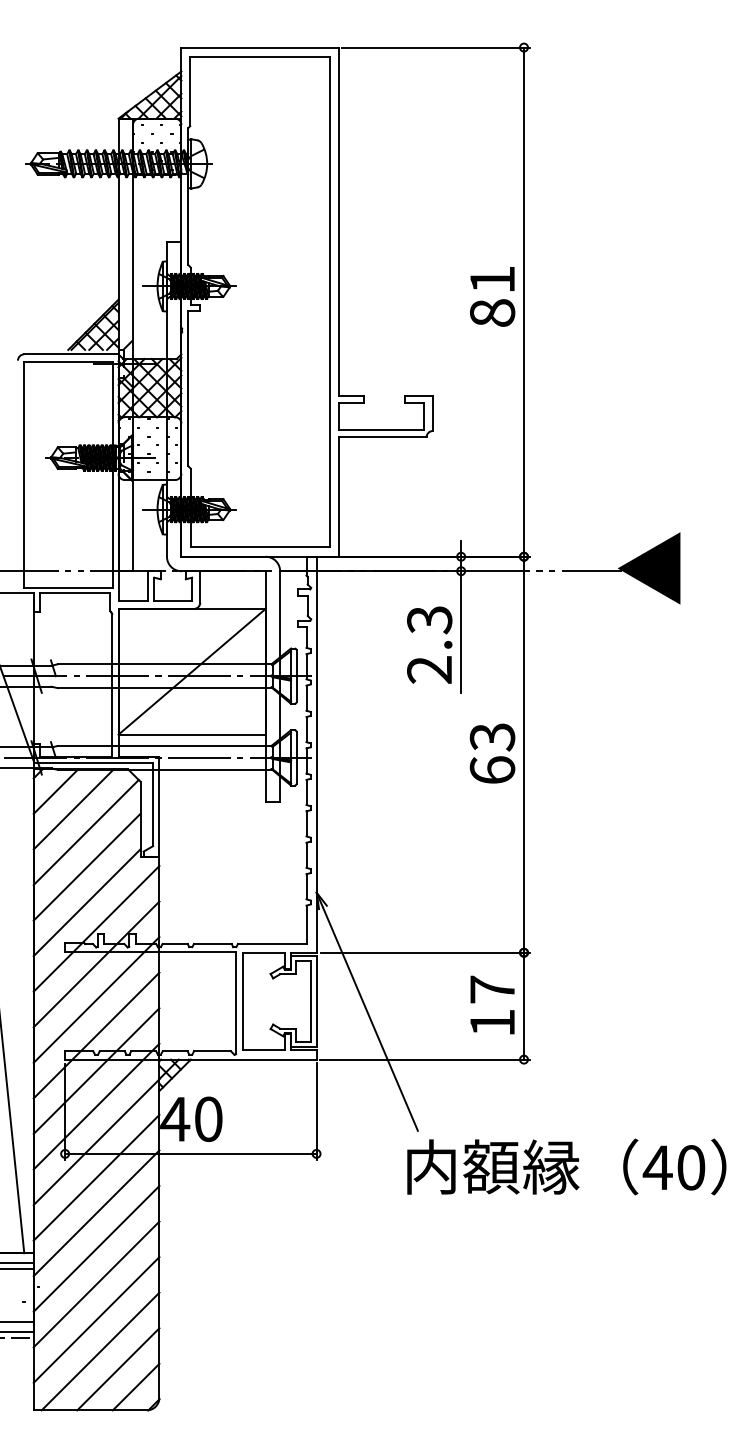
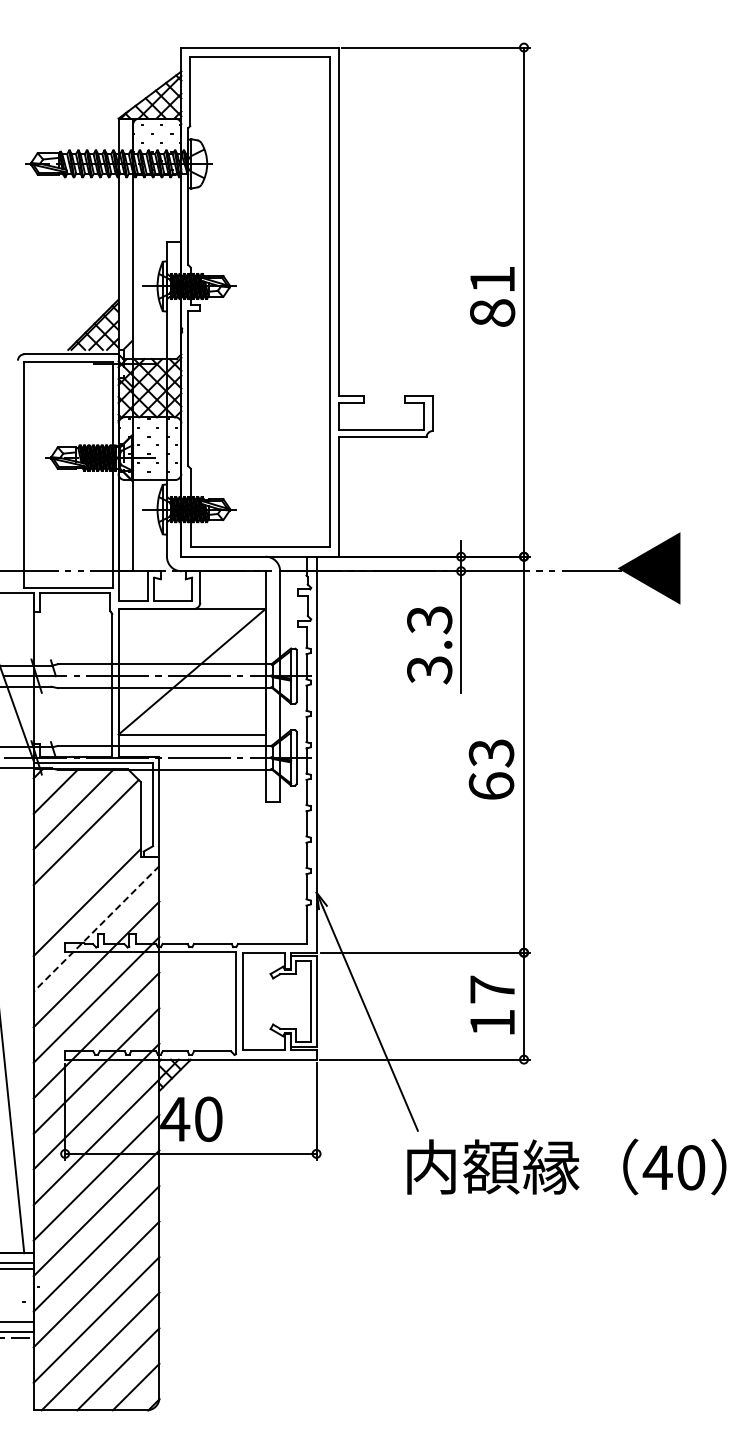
text at (429, 670): 2.3 -> 3.3
text at (492, 753) position: (492, 753) -> (491, 769)
line at (86, 866): present -> none
line at (96, 928): solid -> dashed
